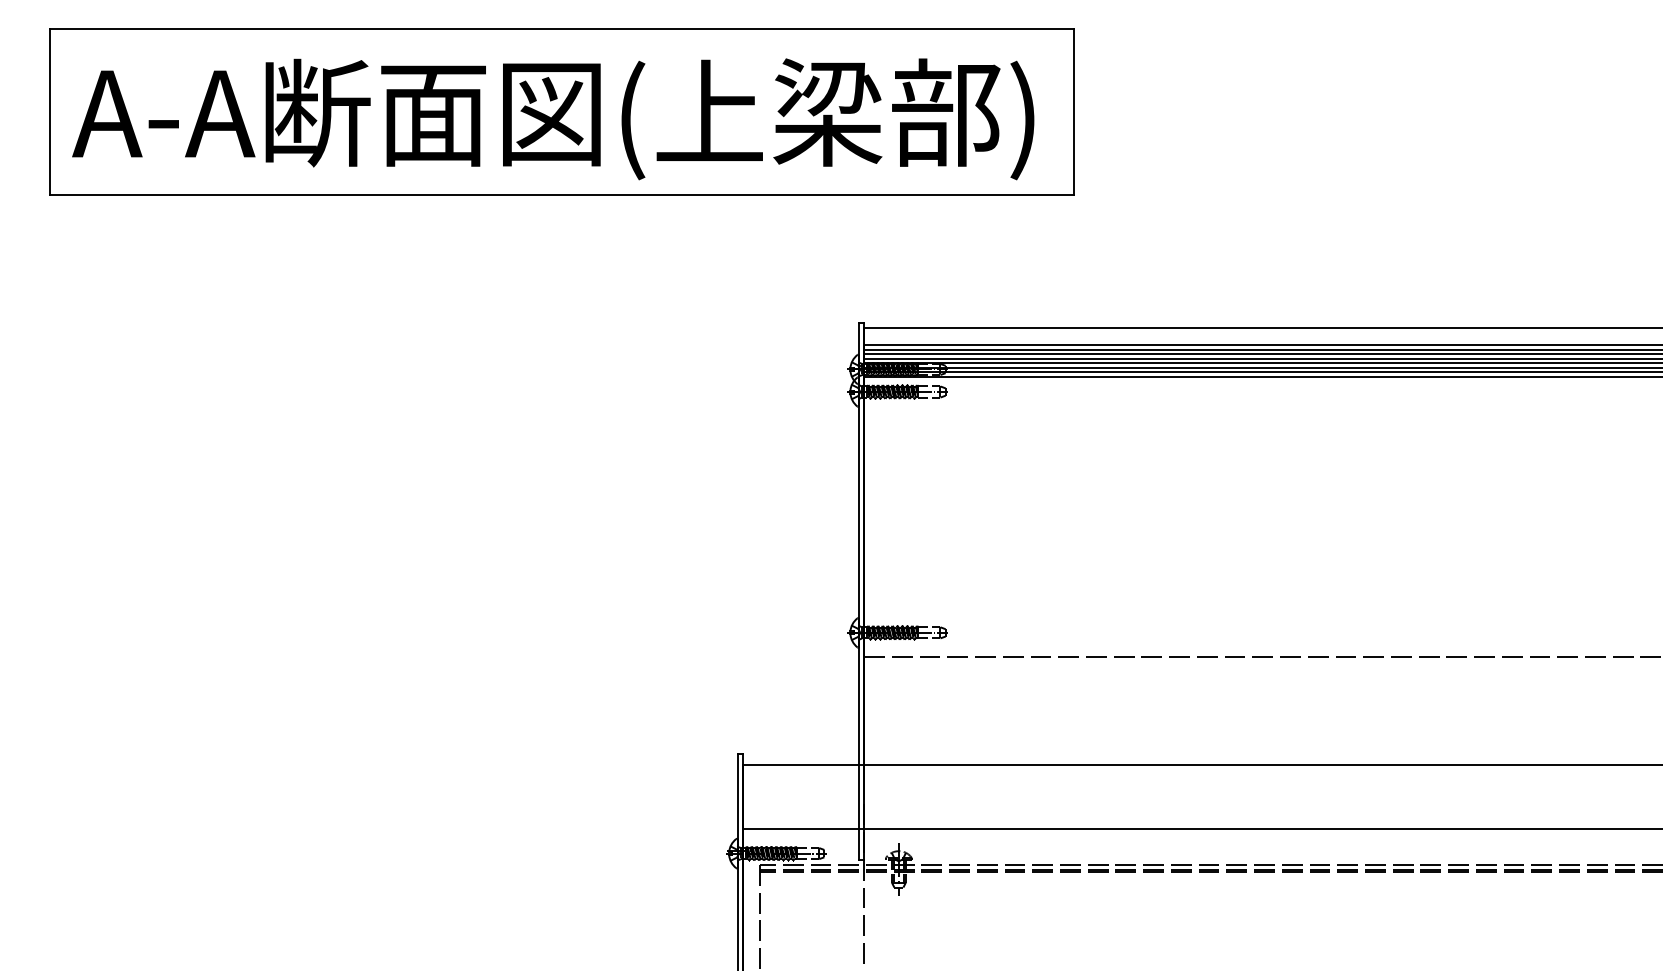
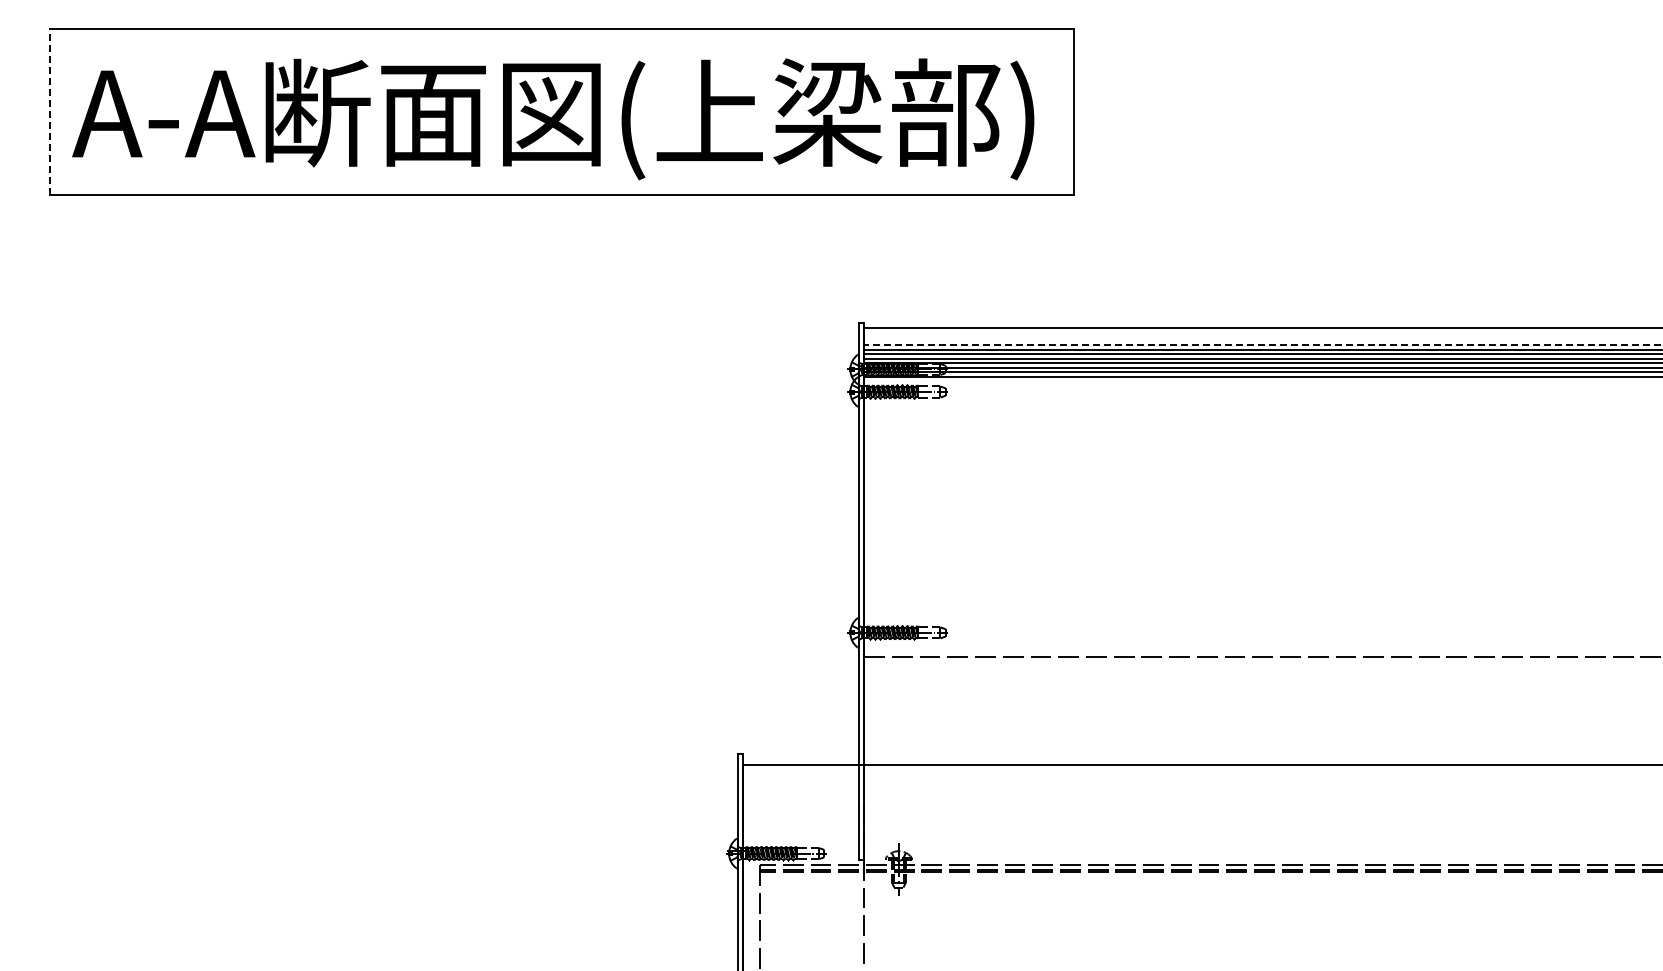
line at (49, 111): solid -> dashed
line at (1263, 345): solid -> dashed
line at (1200, 829): present -> none
